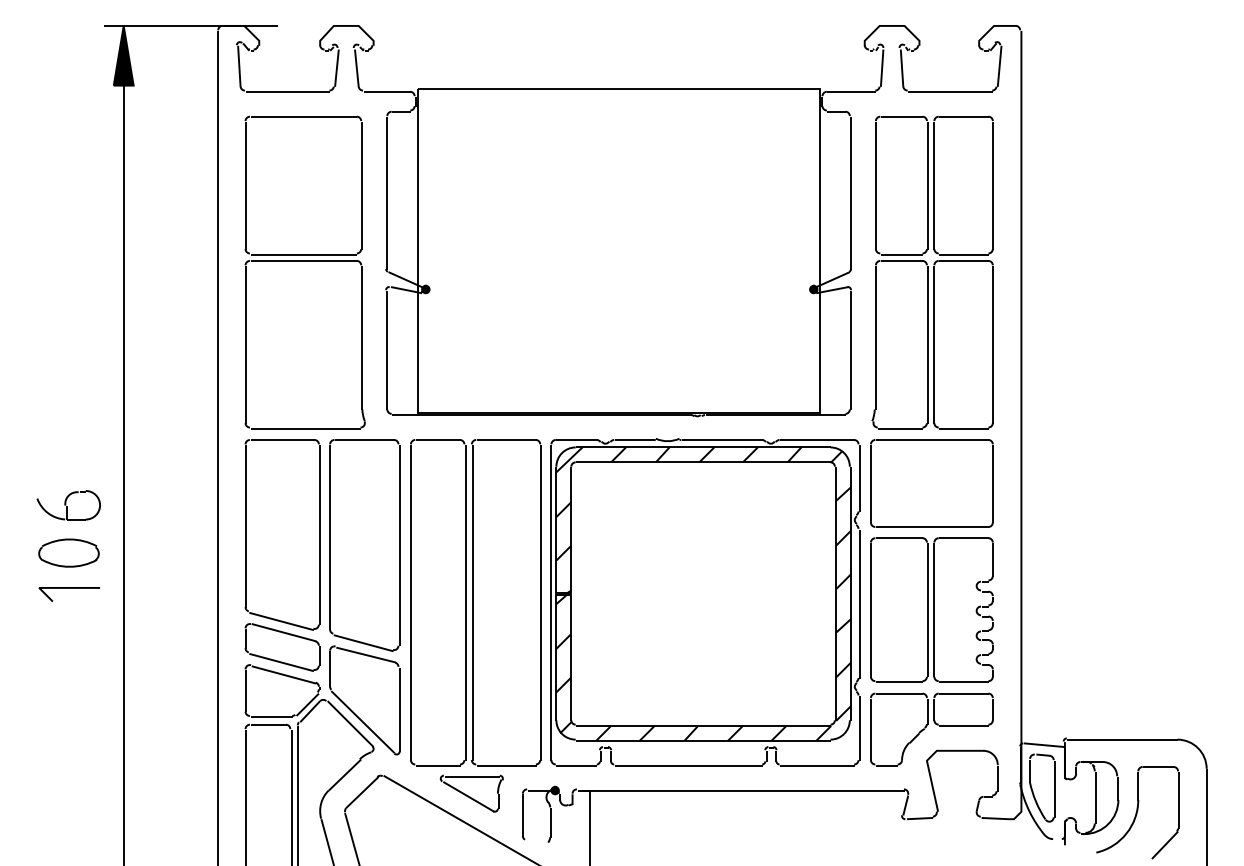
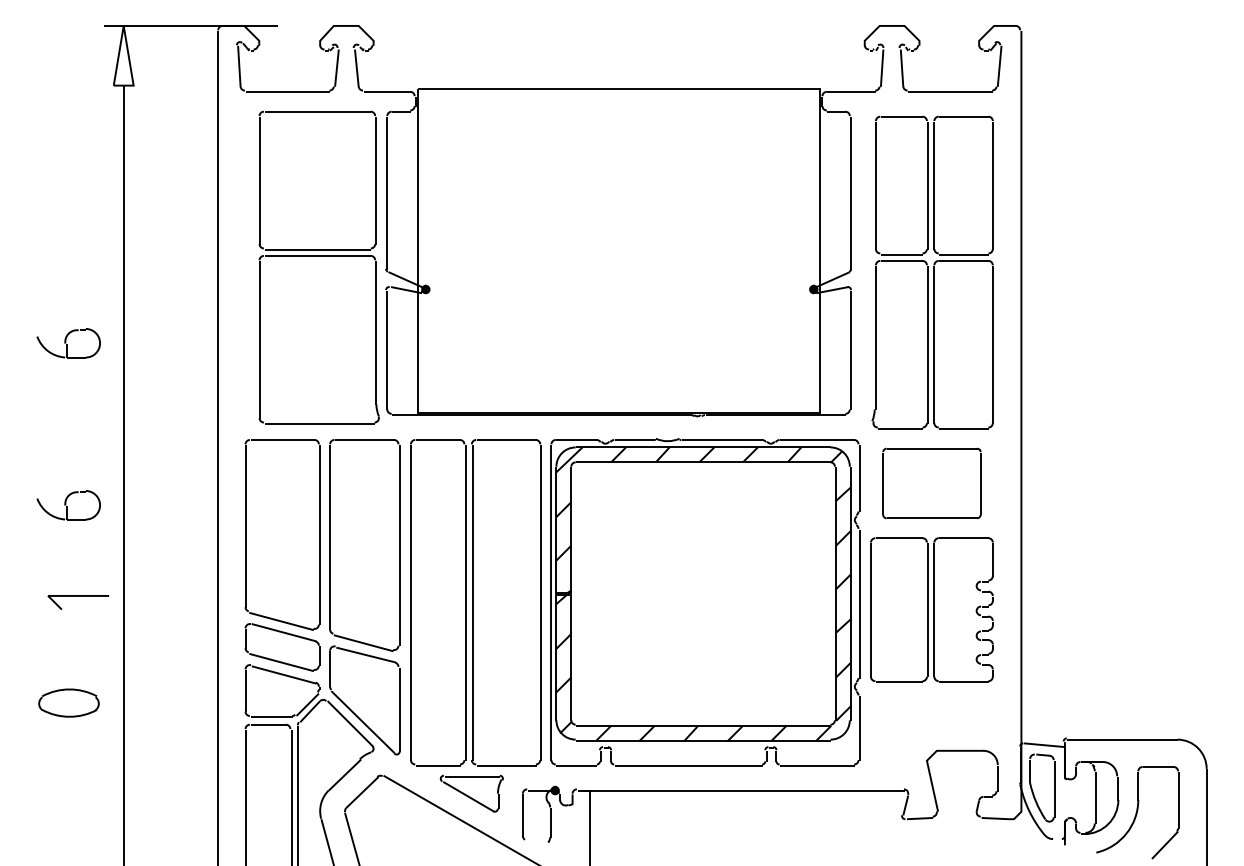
fill at (123, 55): present -> none
part at (304, 261) position: (304, 261) -> (318, 256)
part at (68, 343): none -> present
part at (931, 483) size: 124x89 px -> 100x73 px
part at (68, 552) position: (68, 552) -> (68, 702)
curve at (68, 588) position: (68, 588) -> (77, 596)
part at (931, 729): present -> none
